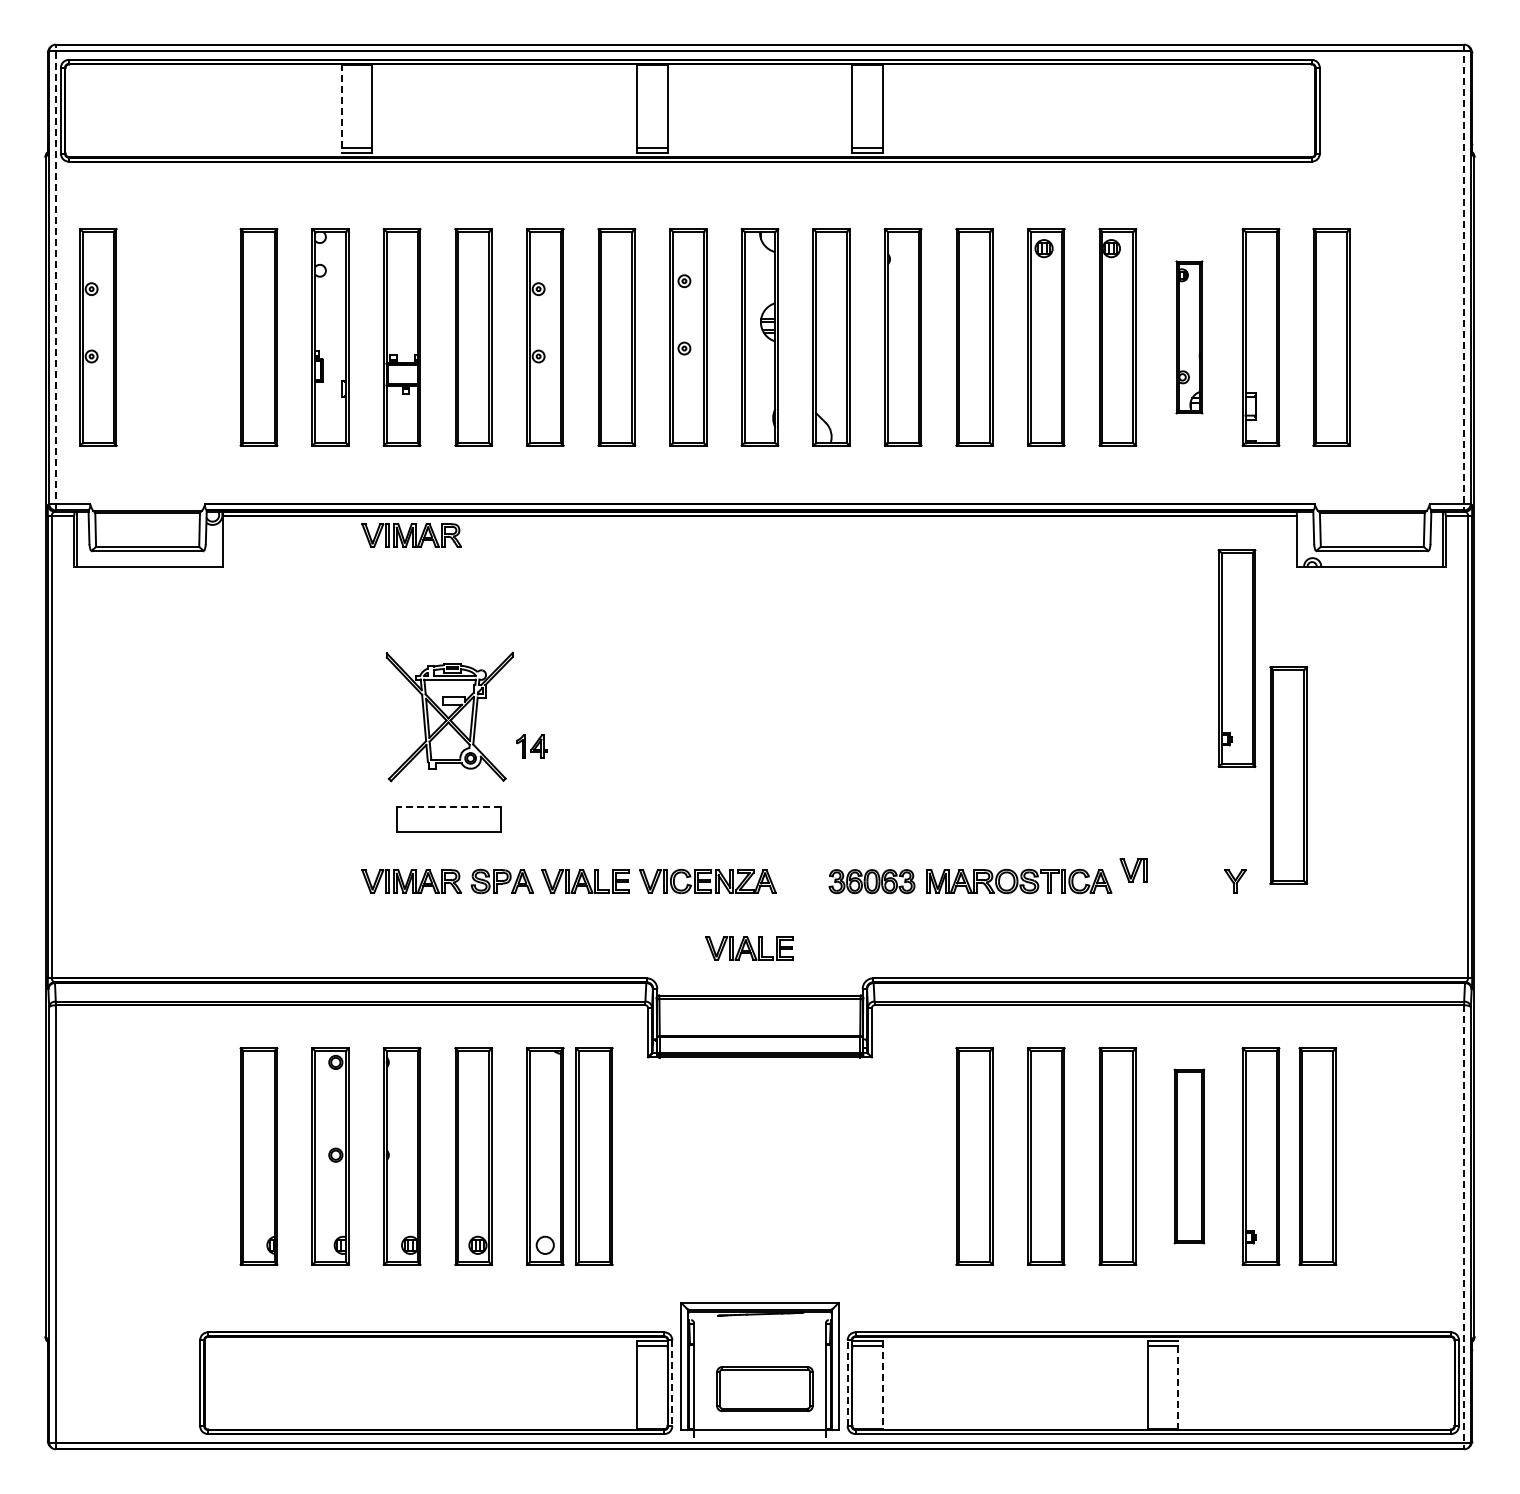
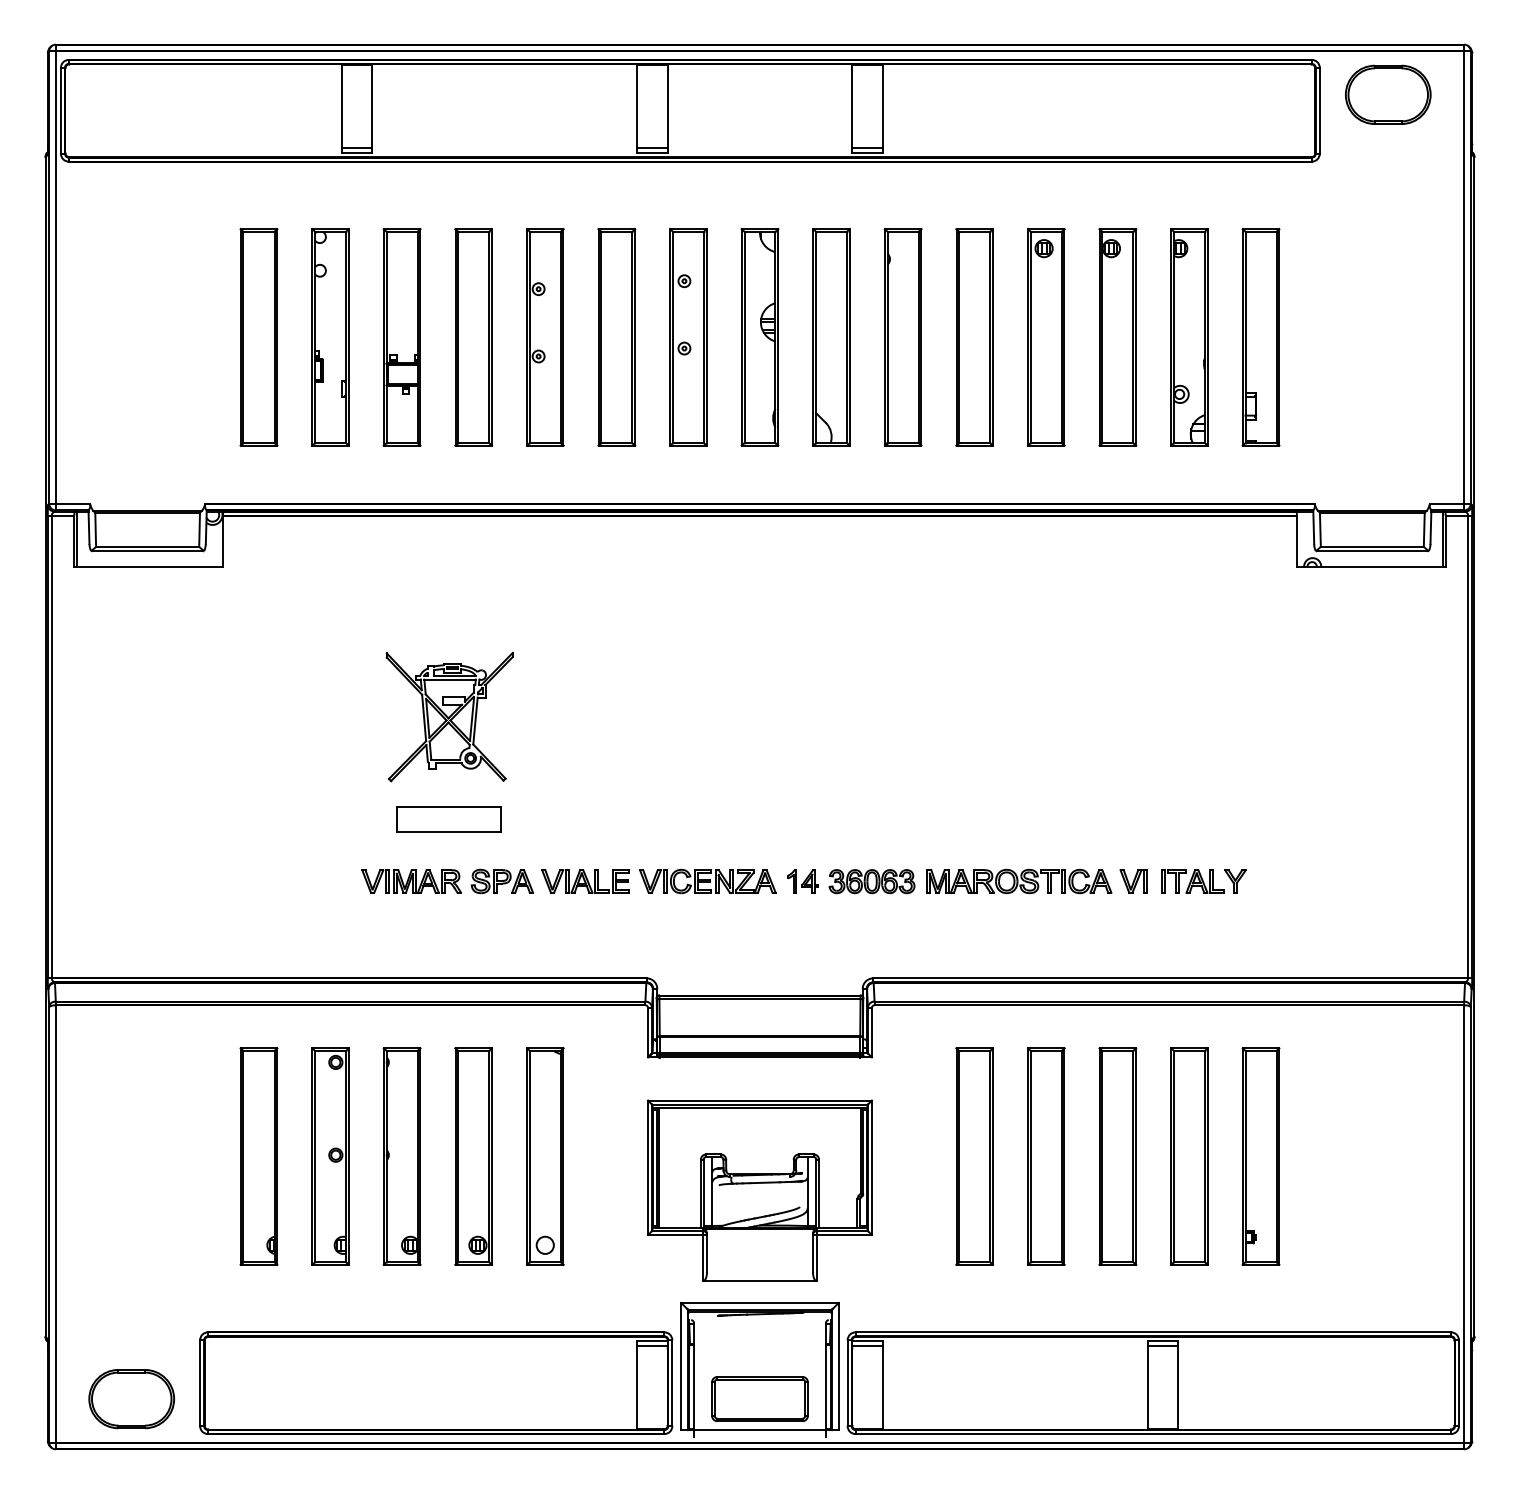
part at (1388, 94): none -> present
line at (341, 109): dashed -> solid
line at (55, 277): dashed -> solid
line at (1464, 277): dashed -> solid
part at (98, 337): present -> none
part at (1189, 337) size: 29x155 px -> 39x219 px
part at (1331, 337): present -> none
part at (411, 535): present -> none
part at (1236, 658): present -> none
part at (531, 746) position: (531, 746) -> (802, 881)
part at (1288, 775): present -> none
line at (448, 806): dashed -> solid
part at (1133, 870) position: (1133, 870) -> (1133, 881)
part at (1192, 881): none -> present
part at (749, 948): present -> none
part at (594, 1156): present -> none
part at (1189, 1156) size: 33x177 px -> 39x219 px
part at (1317, 1156): present -> none
part at (759, 1190): none -> present
line at (1464, 1227): dashed -> solid
line at (672, 1383): dashed -> solid
line at (847, 1383): dashed -> solid
line at (1178, 1384): dashed -> solid
line at (882, 1385): dashed -> solid
part at (764, 1388) position: (764, 1388) -> (759, 1398)
part at (131, 1399): none -> present
